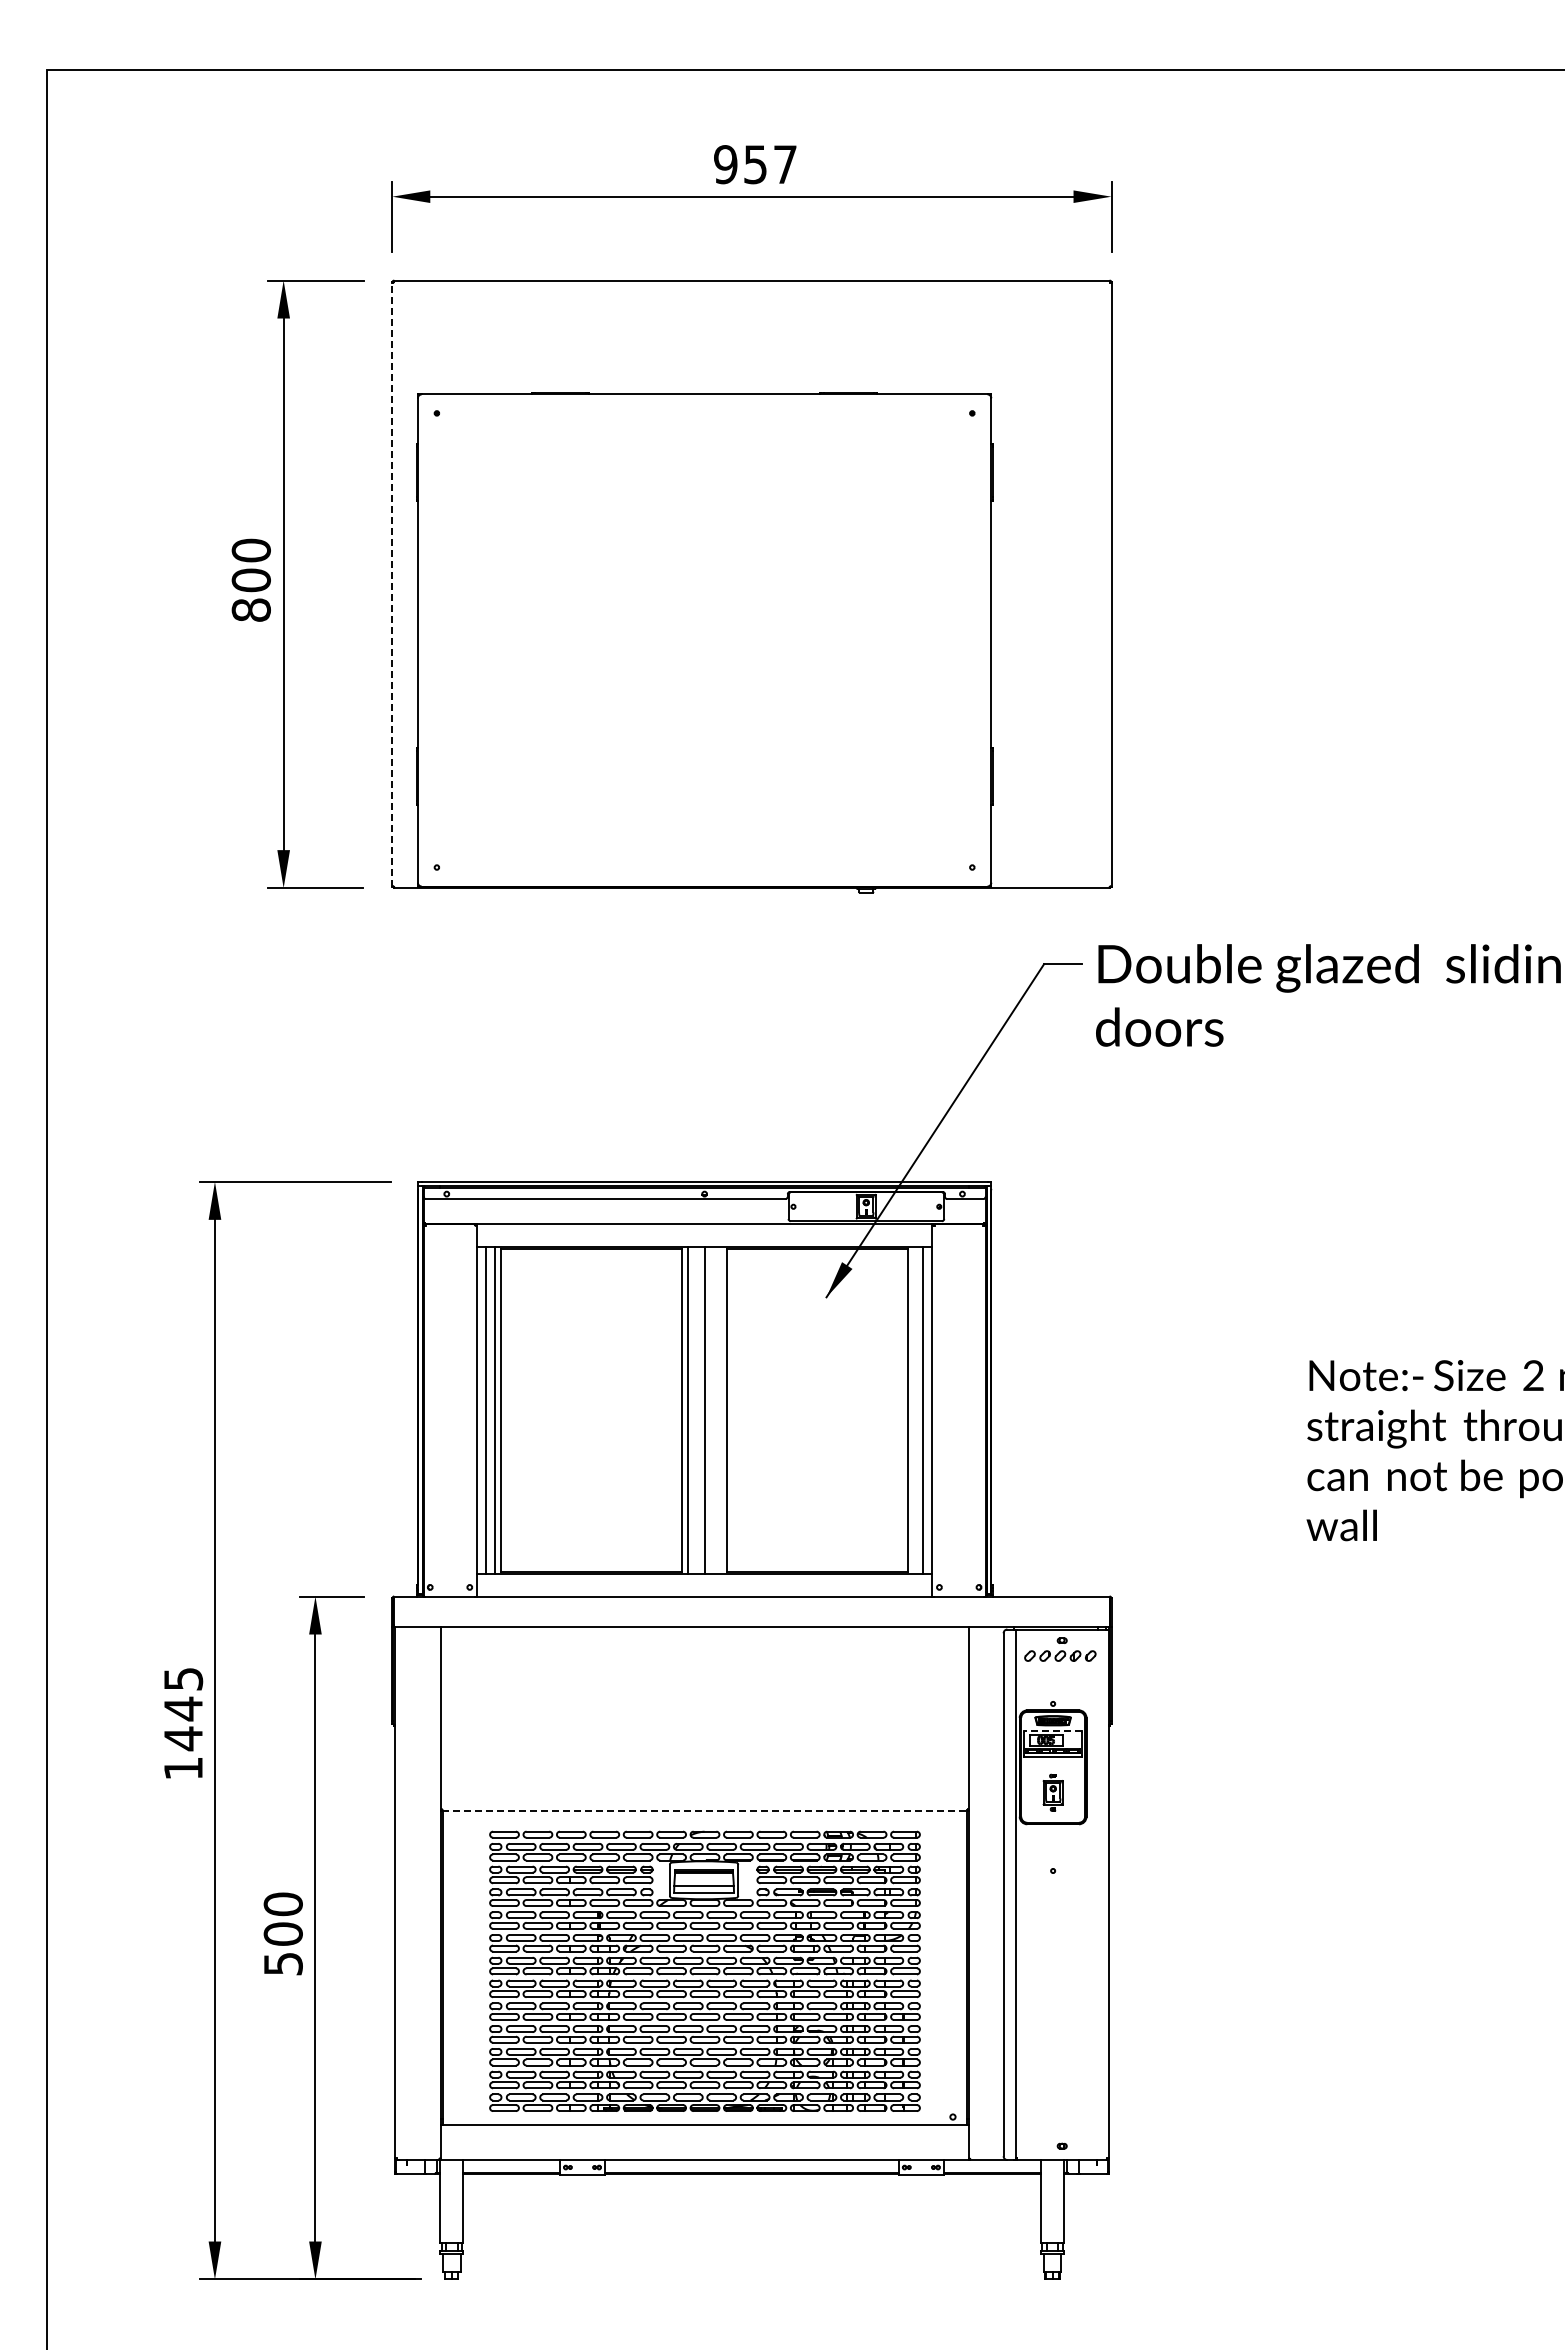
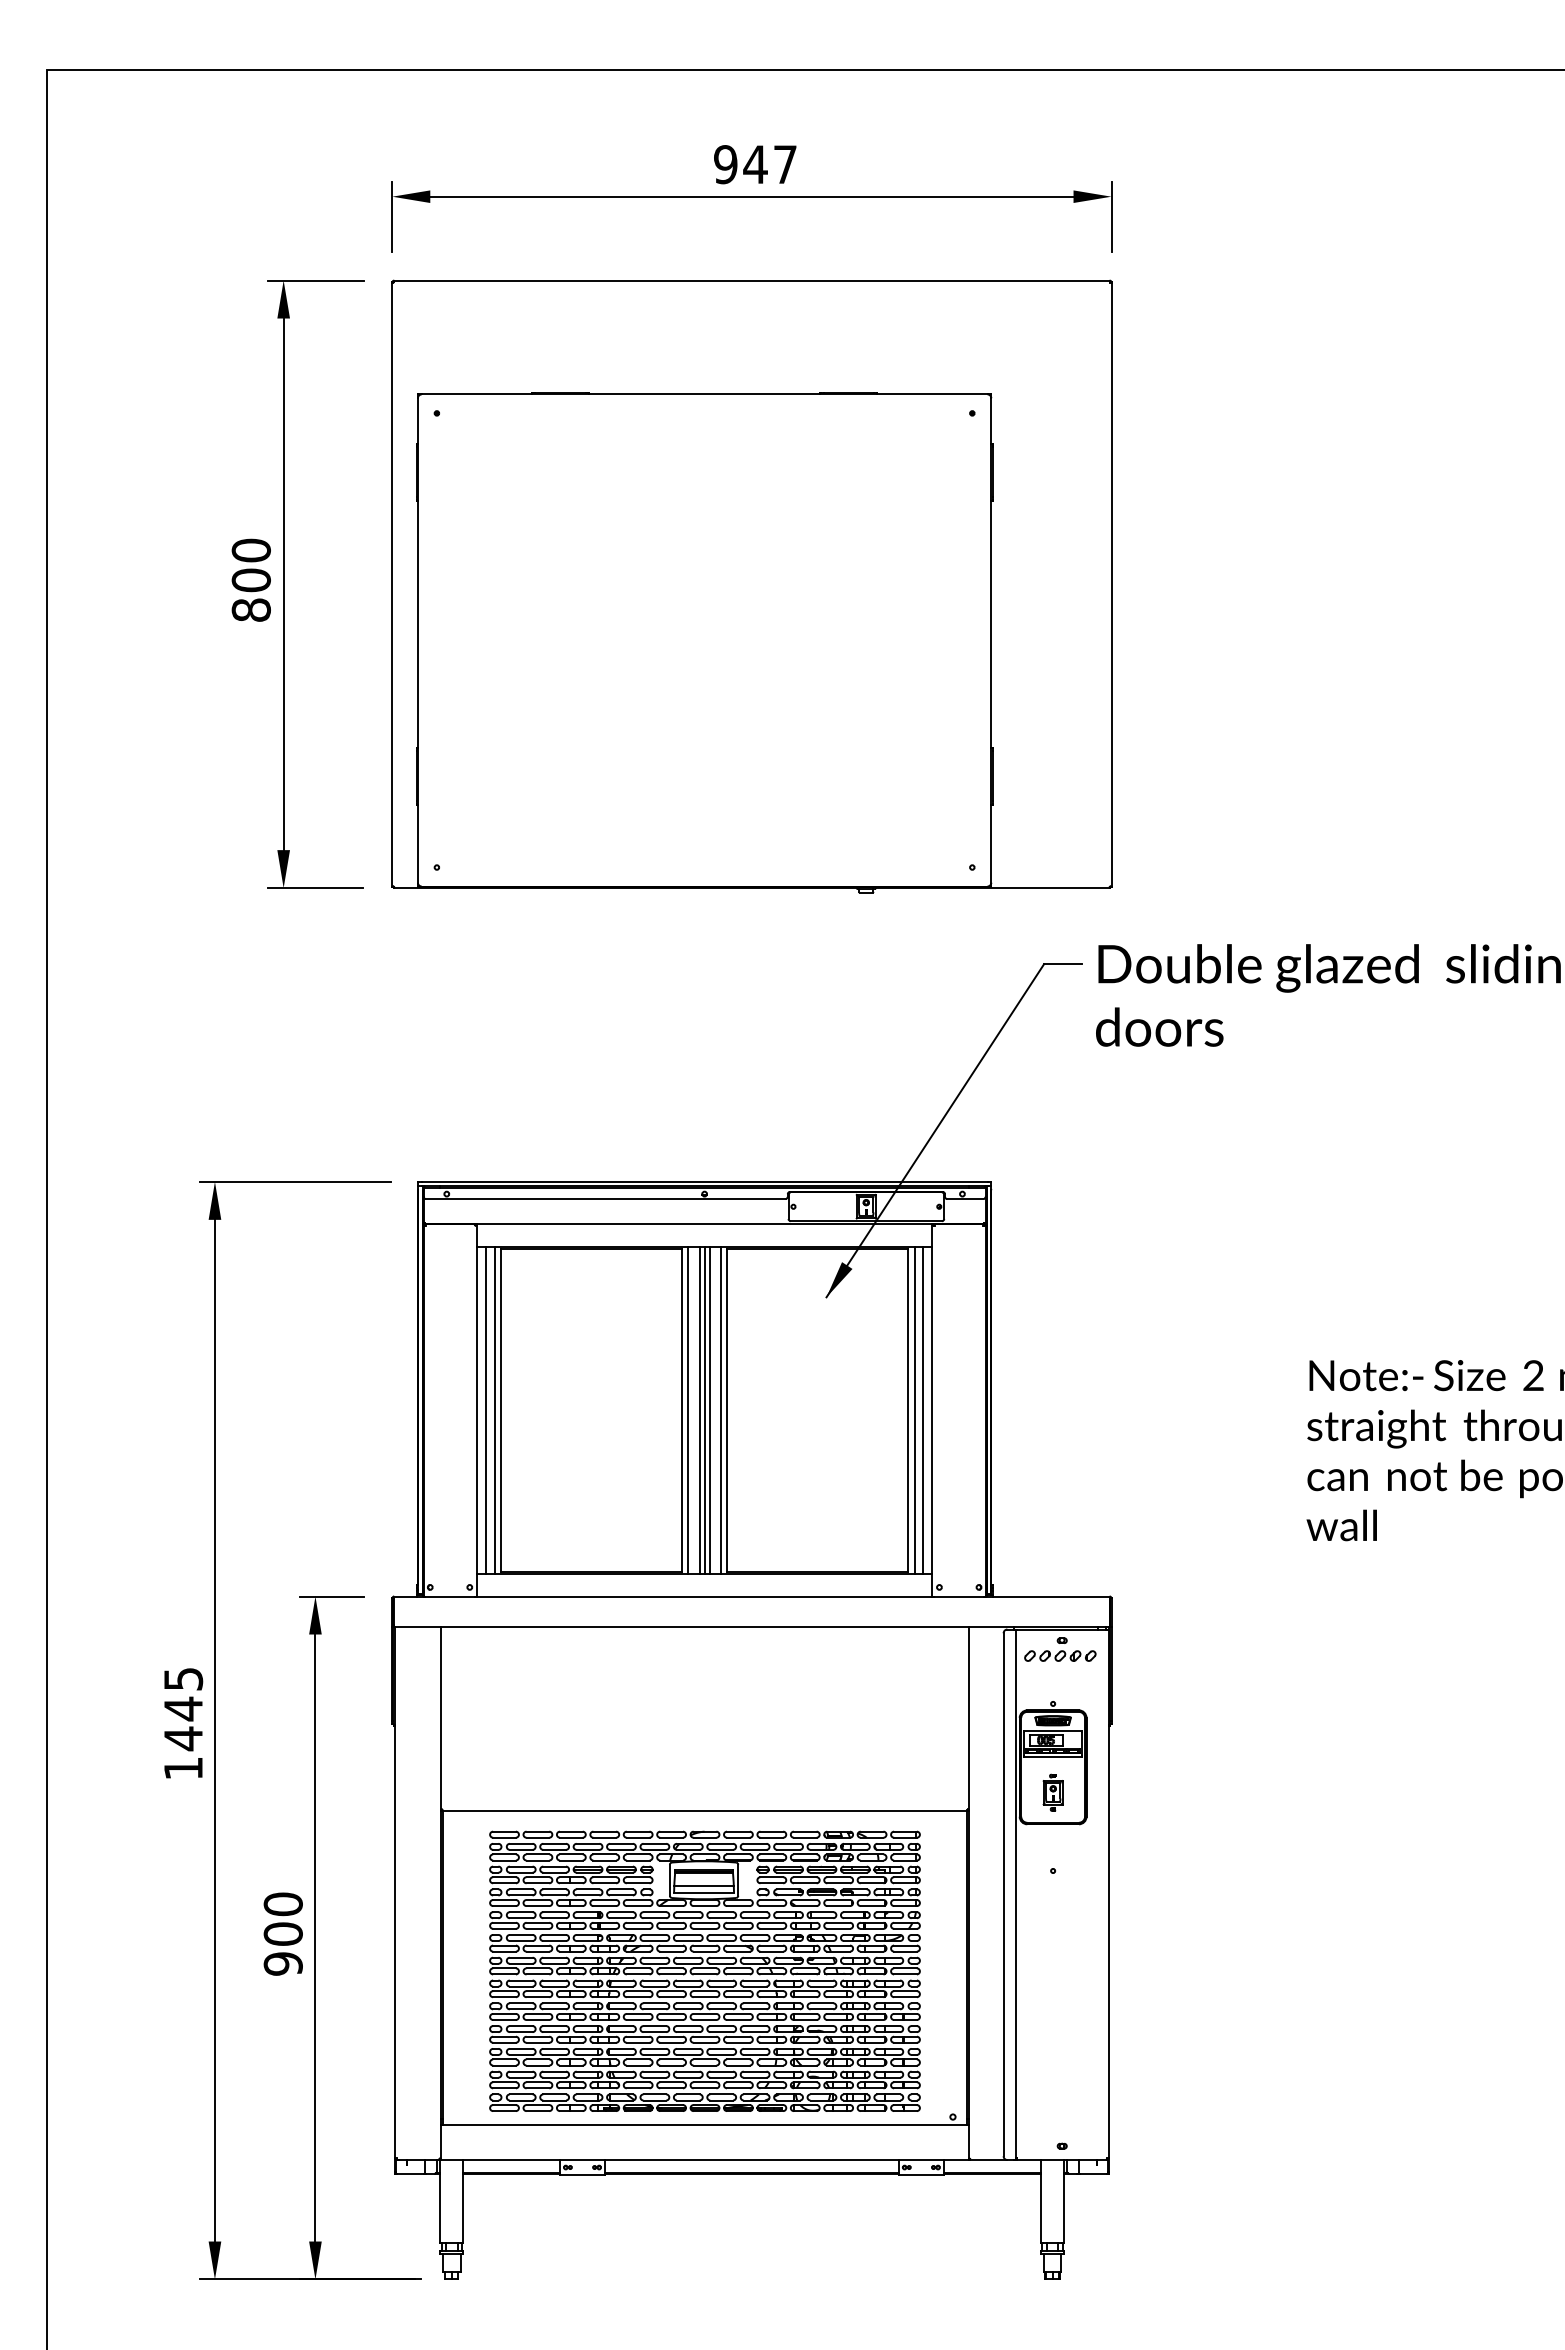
text at (755, 164): 957 -> 947
line at (392, 584): dashed -> solid
line at (699, 1410): none -> present
line at (709, 1410): none -> present
line at (720, 1410): none -> present
line at (914, 1410): none -> present
line at (1053, 1730): dashed -> solid
line at (704, 1810): dashed -> solid
text at (282, 1963): 500 -> 900
